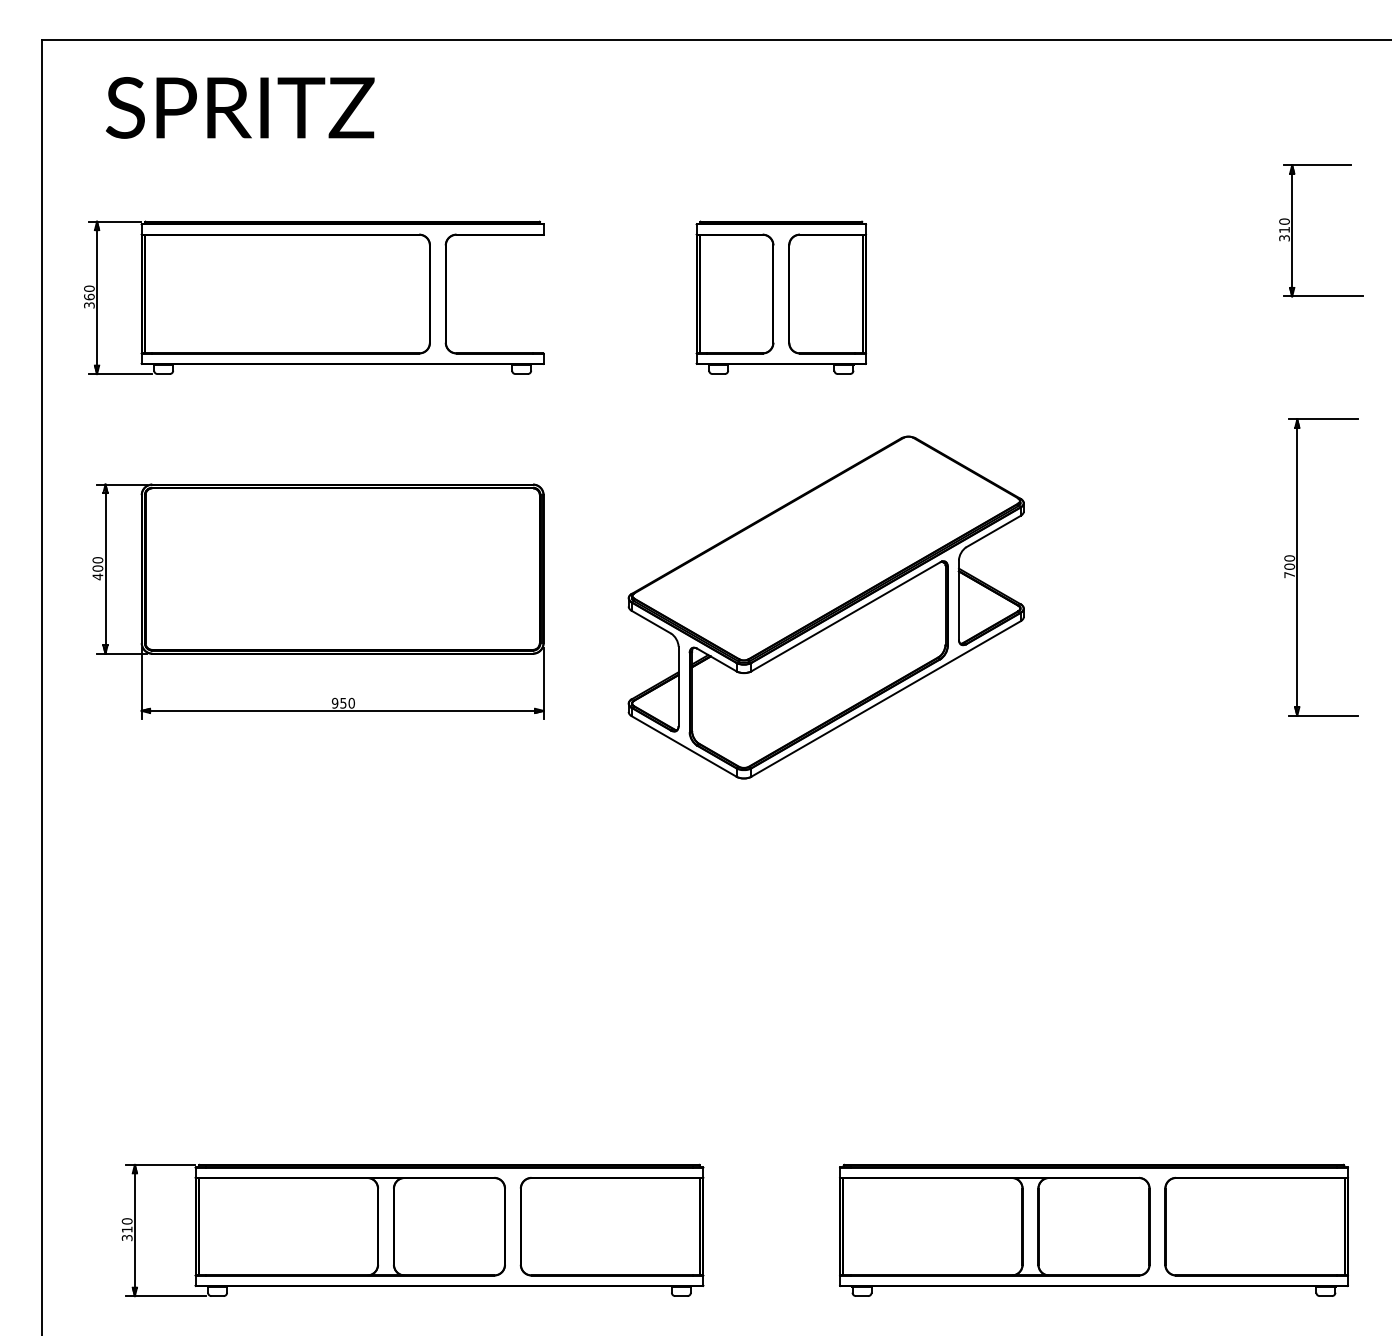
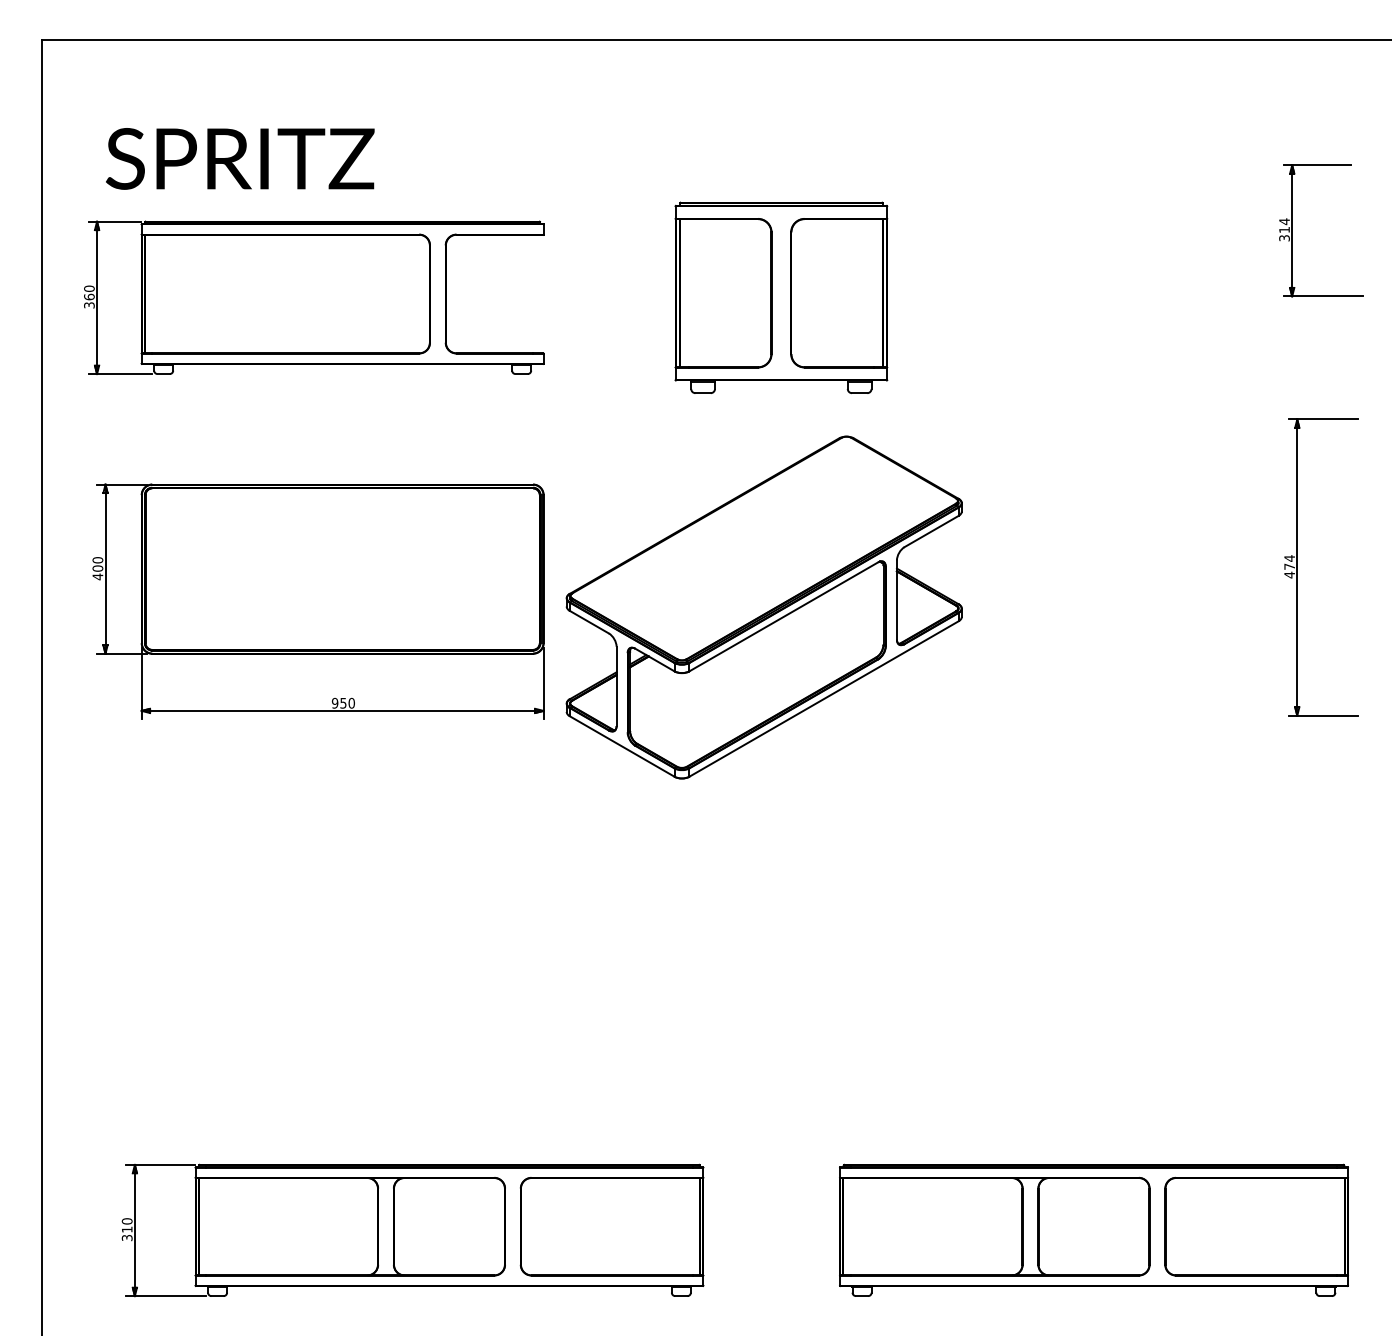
text at (240, 107) position: (240, 107) -> (240, 158)
text at (1284, 221): 310 -> 314
part at (780, 297) size: 172x155 px -> 215x193 px
text at (1289, 566): 700 -> 474
part at (825, 607) position: (825, 607) -> (763, 607)
